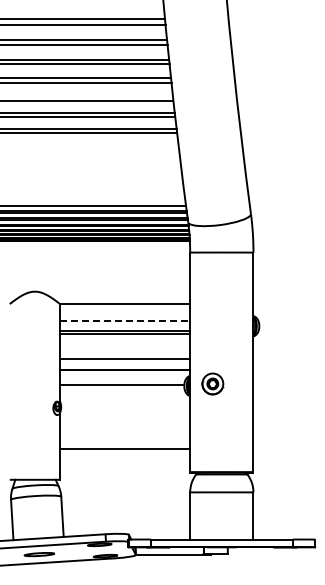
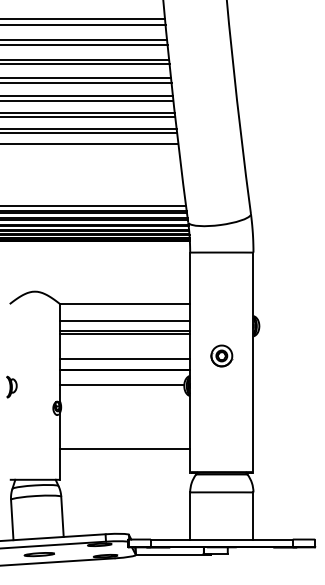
line at (87, 96): none -> present
line at (90, 143): none -> present
line at (125, 321): dashed -> solid
part at (212, 383) position: (212, 383) -> (221, 355)
part at (11, 386): none -> present
